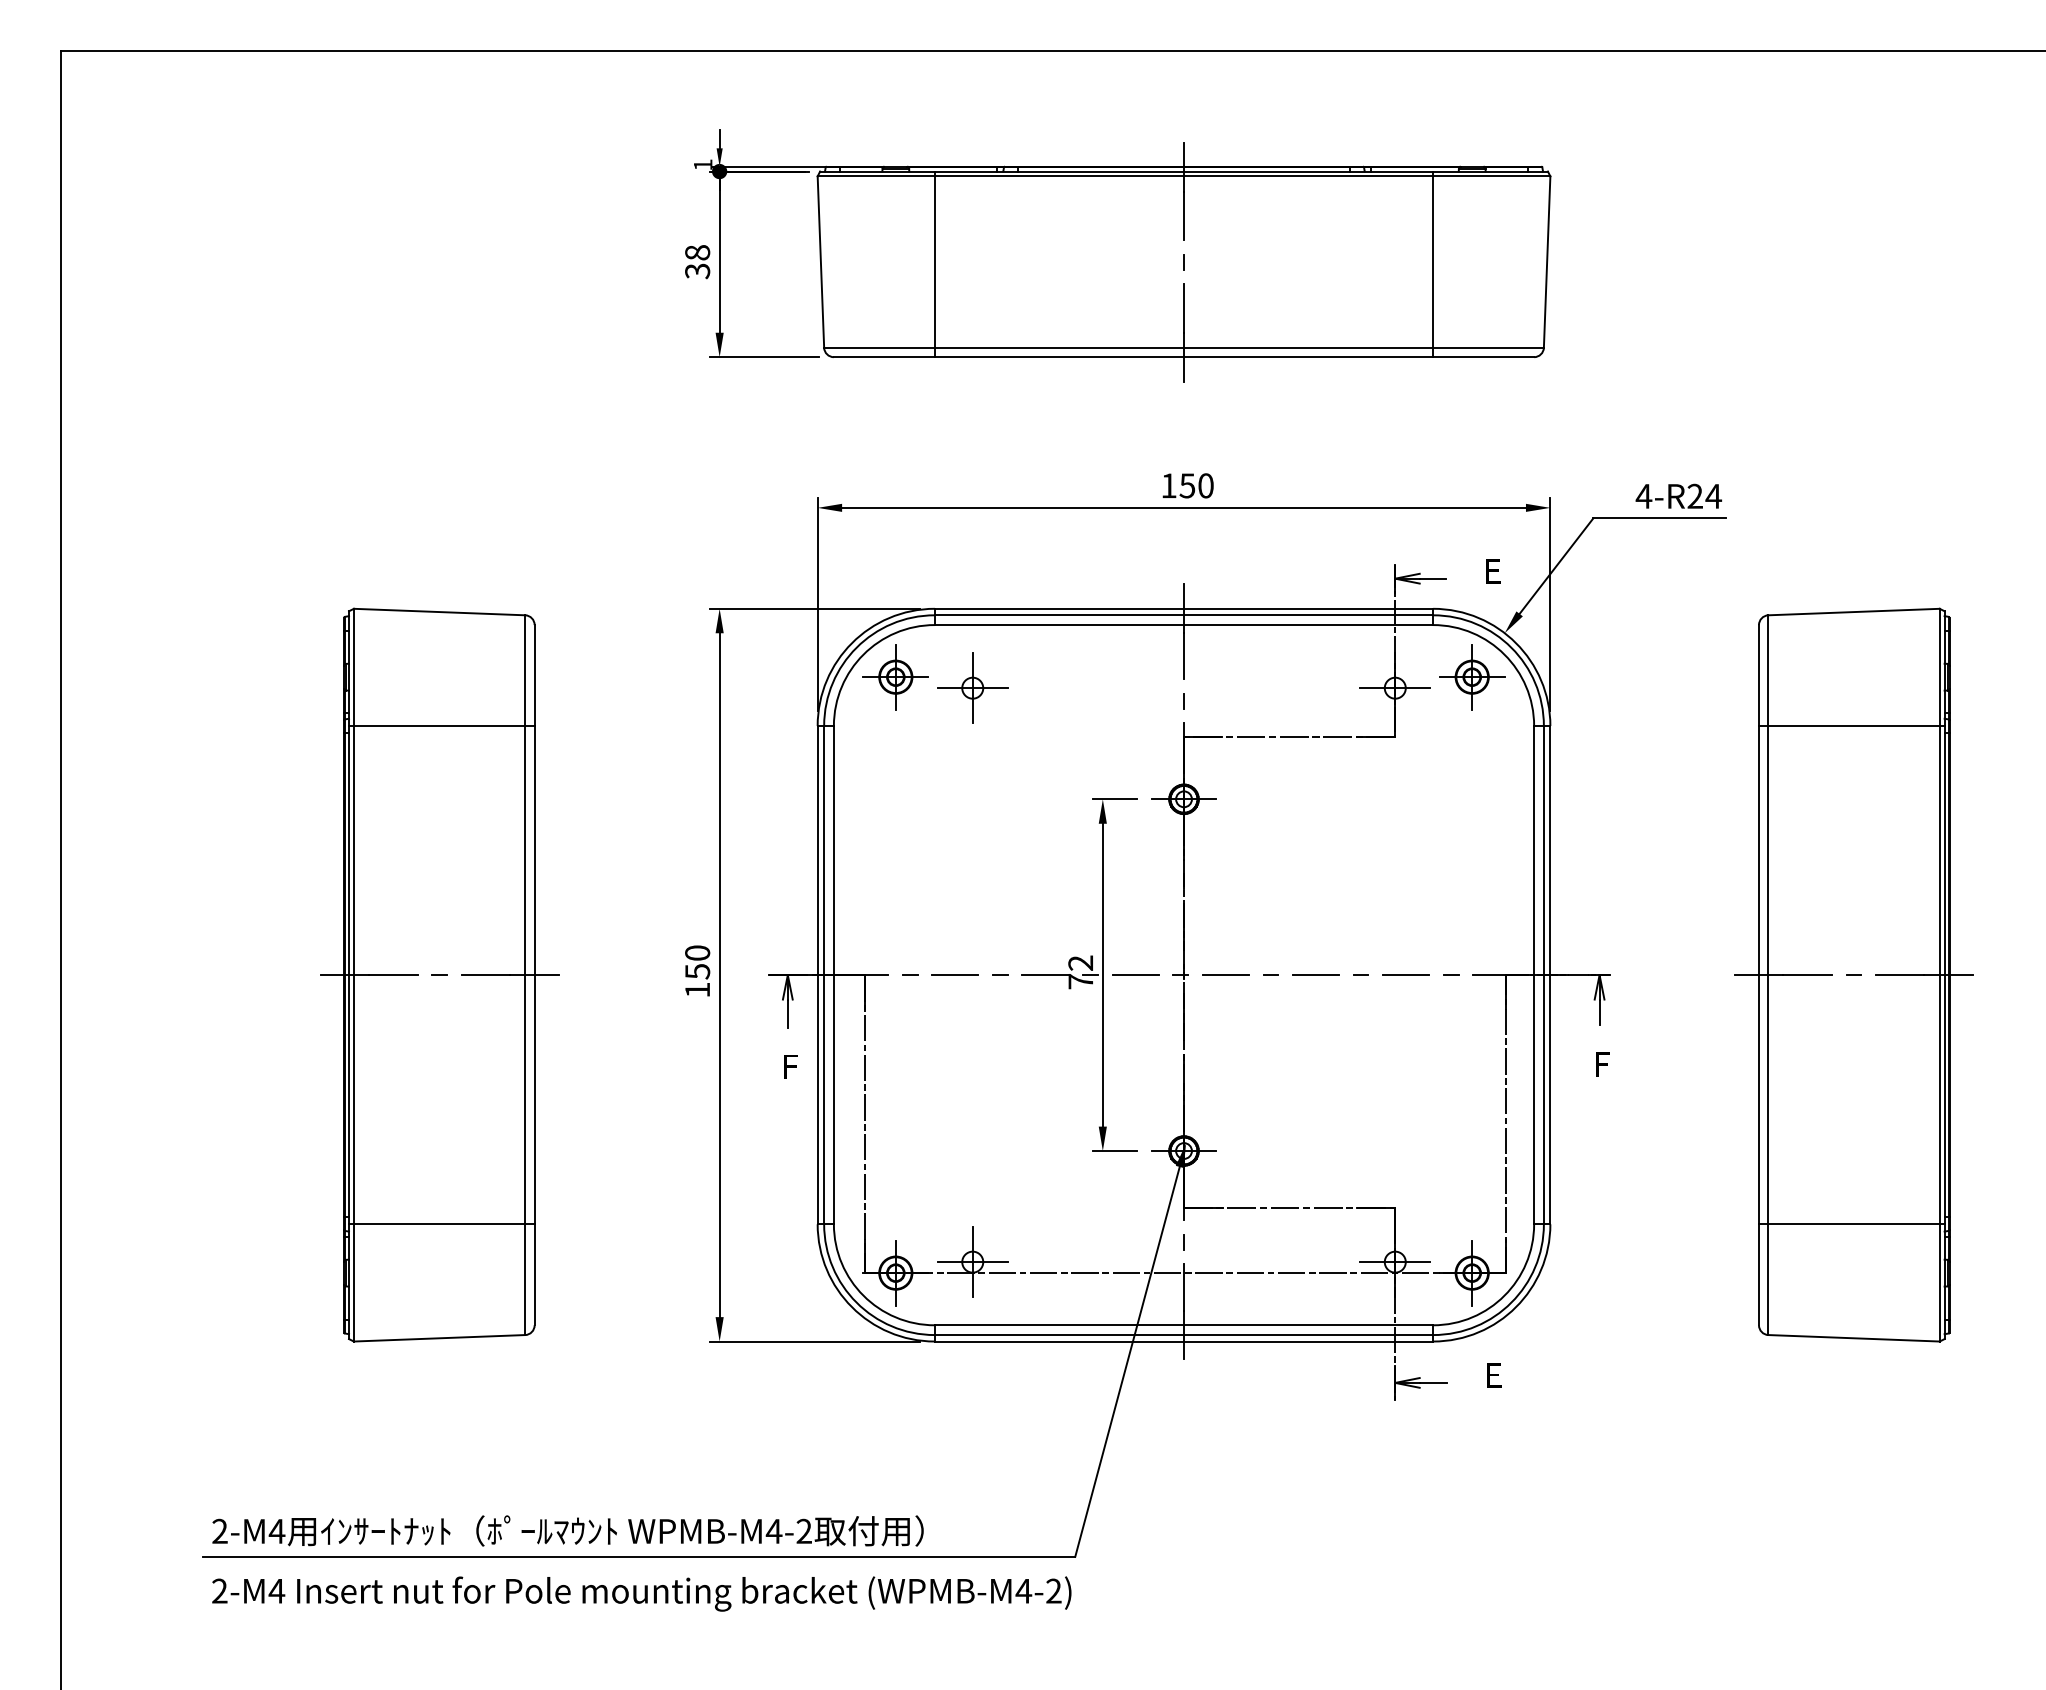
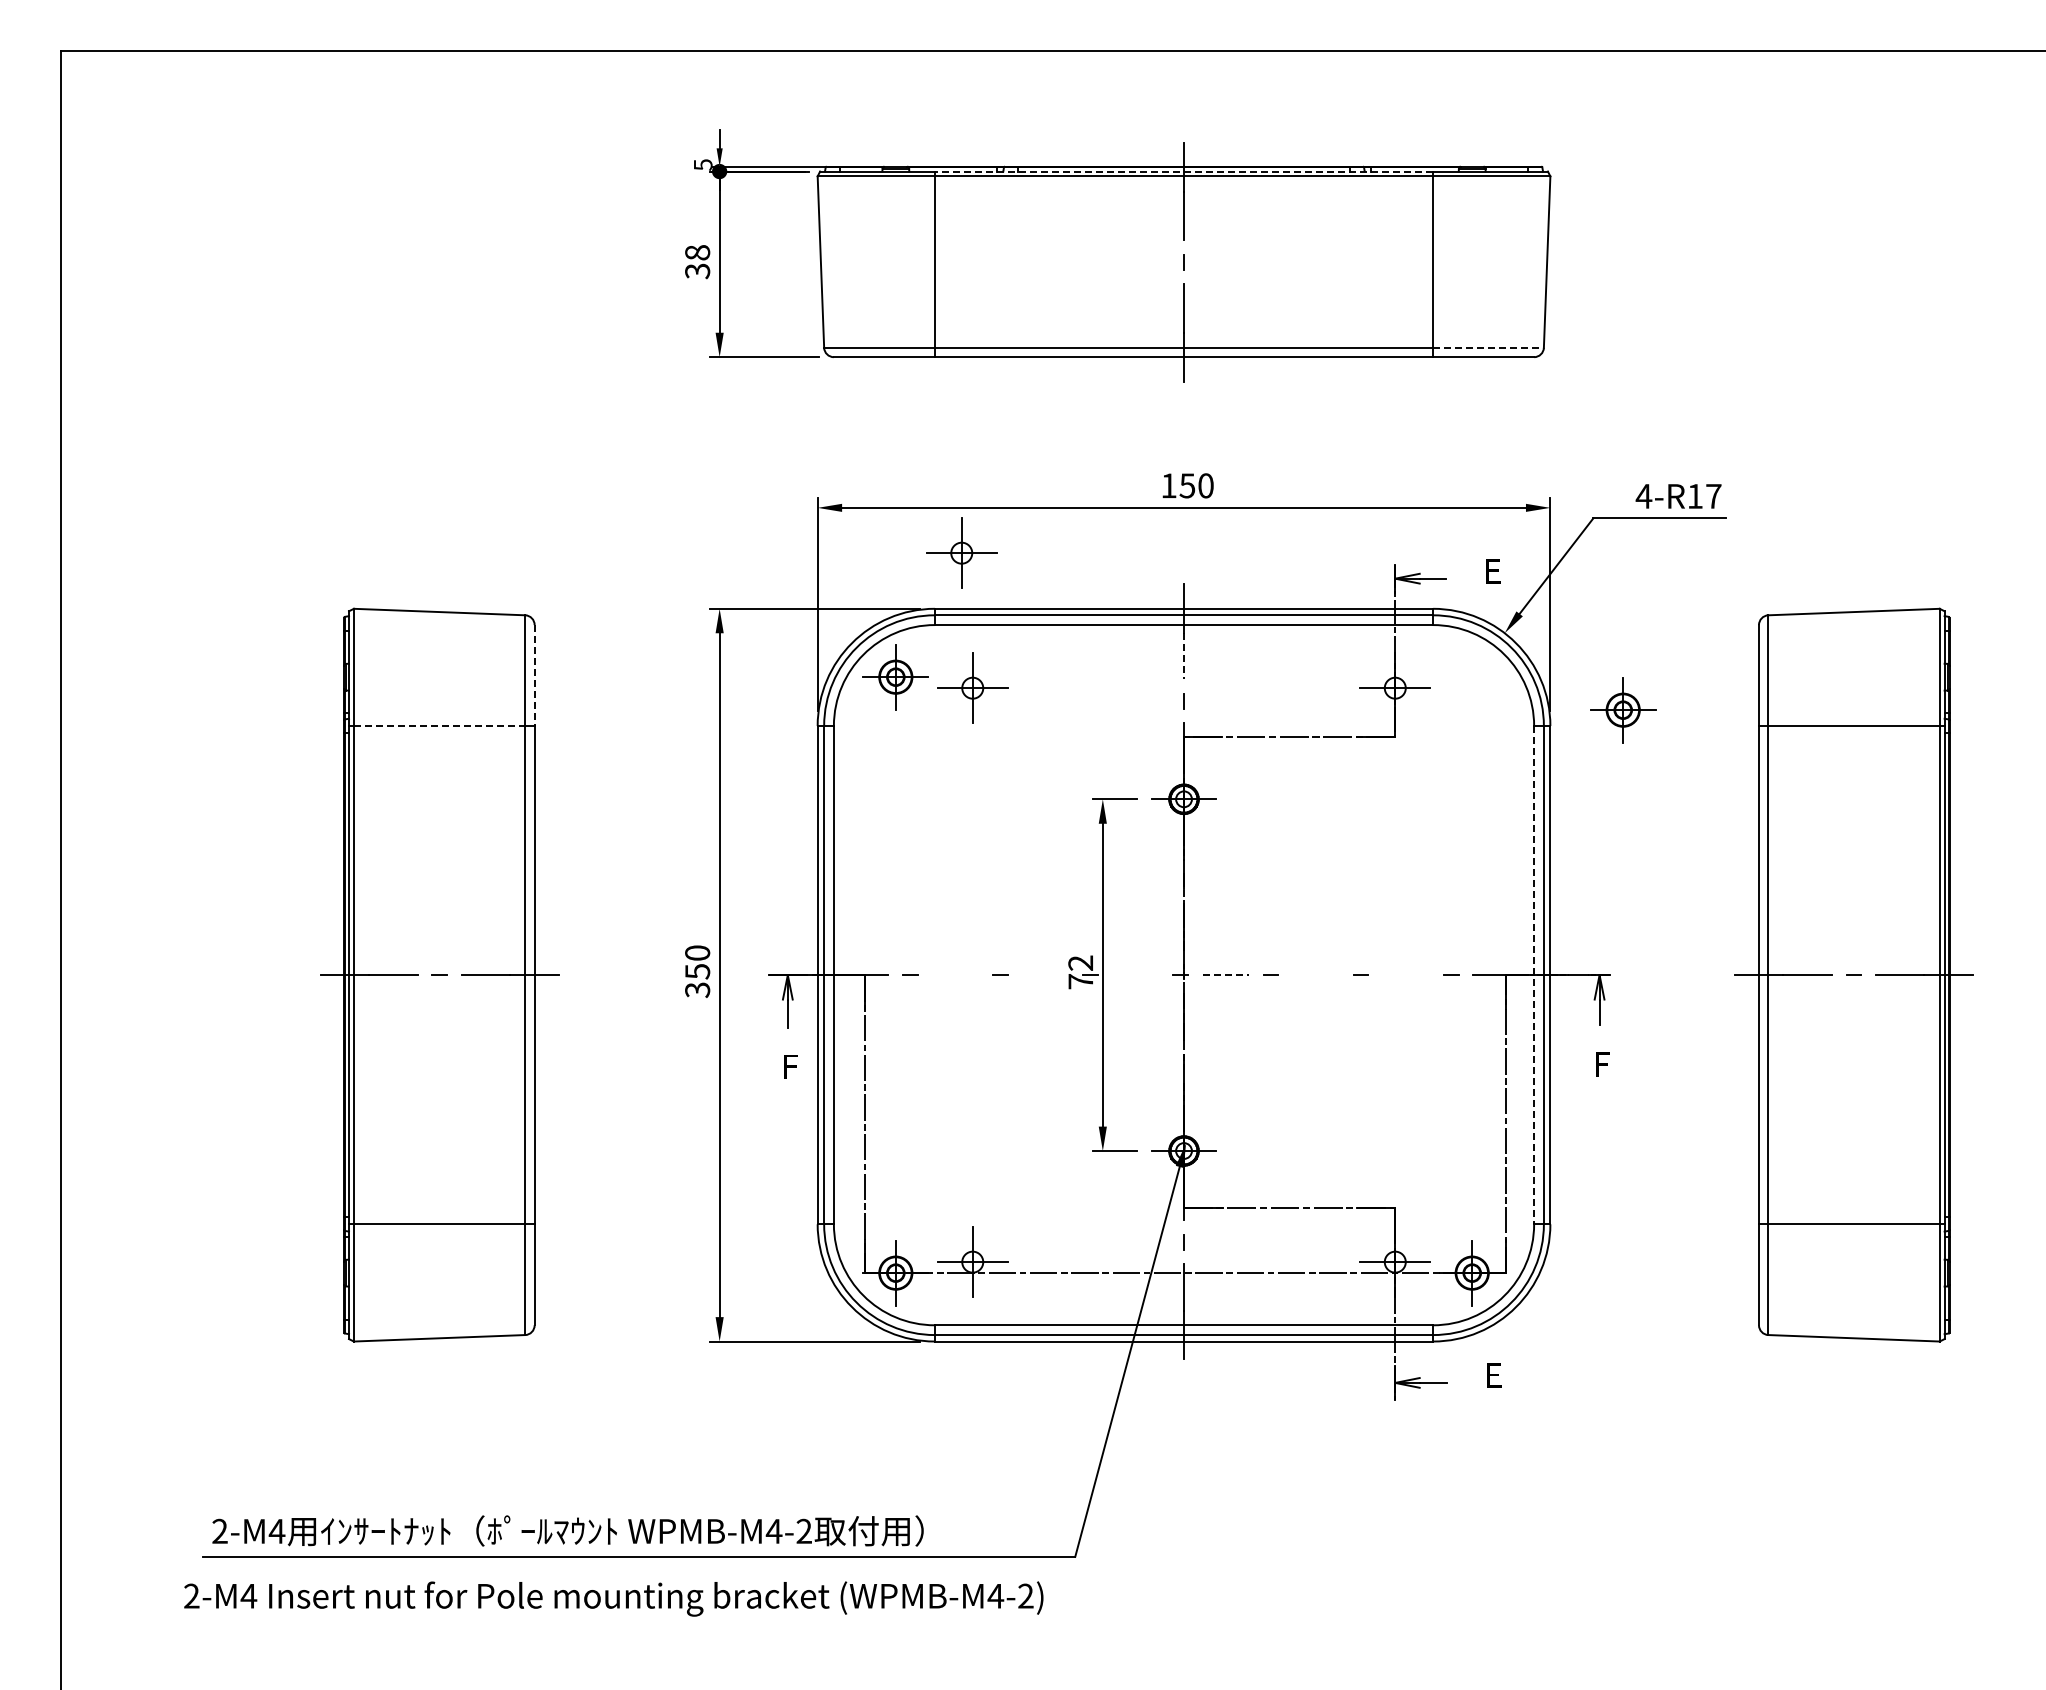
text at (703, 164): 1 -> 5
line at (1183, 171): solid -> dashed
line at (1489, 347): solid -> dashed
text at (1704, 495): 4-R24 -> 4-R17
part at (961, 552): none -> present
line at (1184, 656): solid -> dashed
line at (534, 676): solid -> dashed
part at (1472, 677) position: (1472, 677) -> (1623, 710)
line at (439, 726): solid -> dashed
line at (955, 975): present -> none
line at (1045, 975): present -> none
line at (1135, 975): present -> none
line at (1226, 975): solid -> dashed
line at (1315, 975): present -> none
line at (1406, 975): present -> none
line at (1534, 975): solid -> dashed
text at (697, 990): 150 -> 350
text at (641, 1593) position: (641, 1593) -> (613, 1598)
